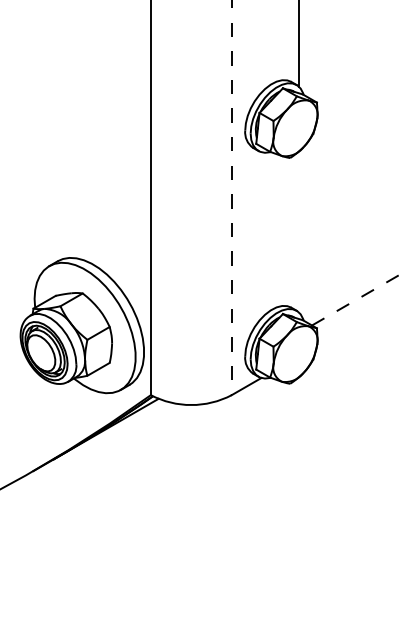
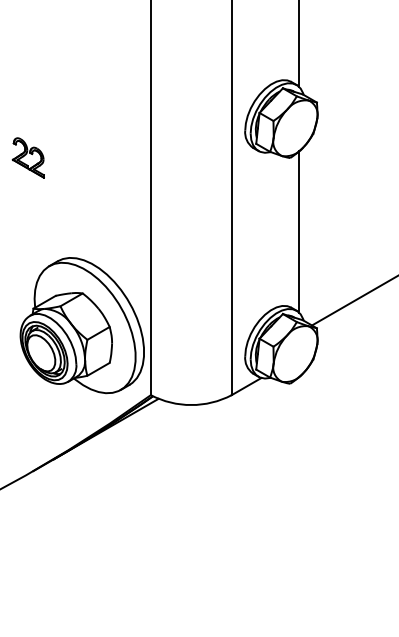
part at (27, 157): none -> present
line at (231, 198): dashed -> solid
line at (299, 231): none -> present
line at (355, 300): dashed -> solid
